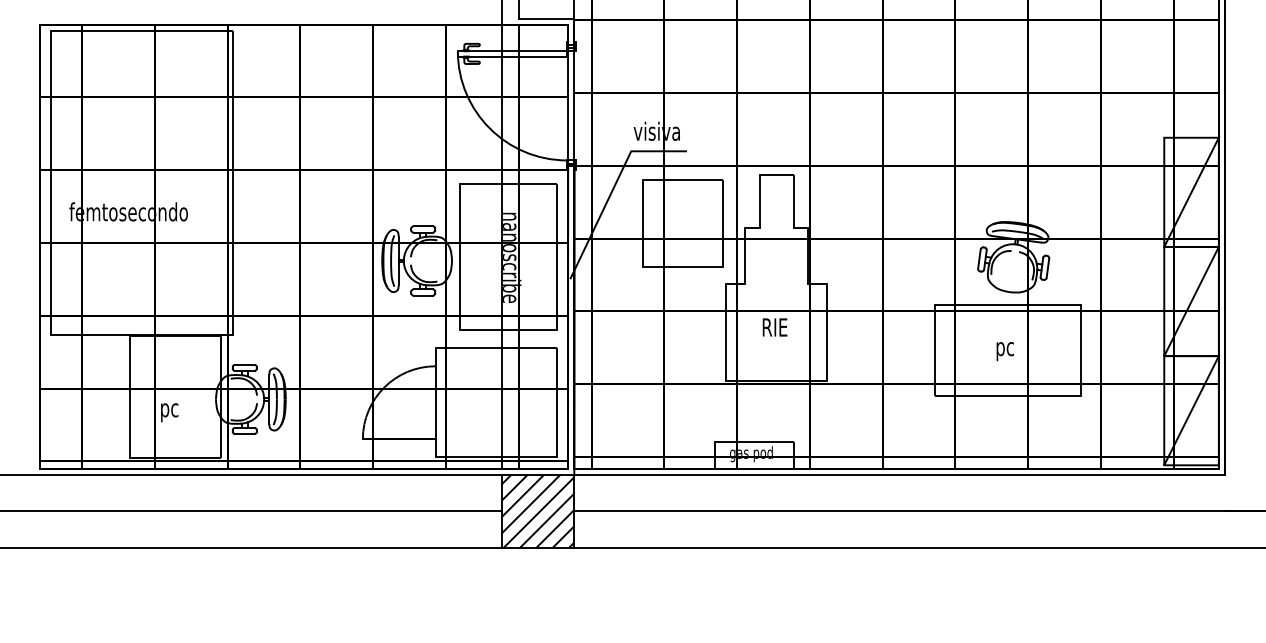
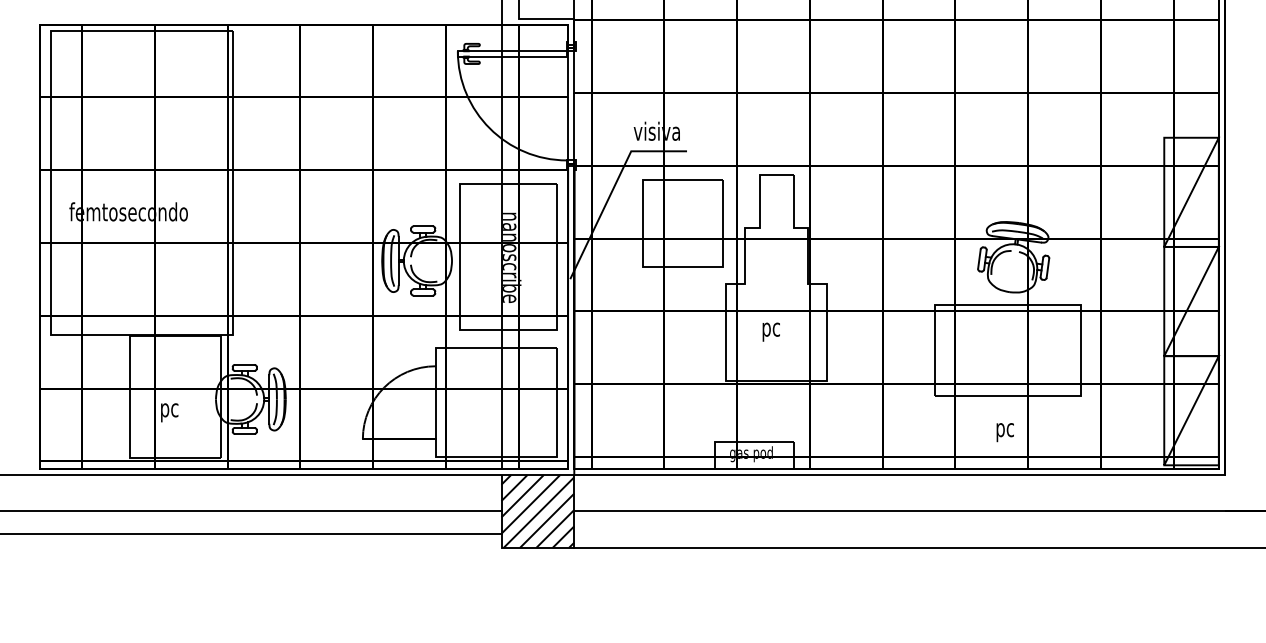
text at (774, 329): RIE -> pc
text at (1004, 351) position: (1004, 351) -> (1004, 432)
line at (251, 547) position: (251, 547) -> (251, 533)
